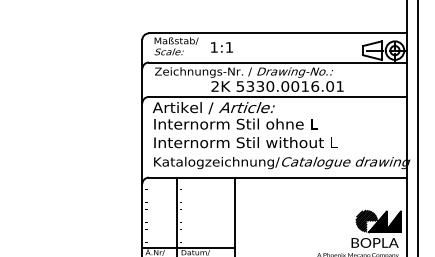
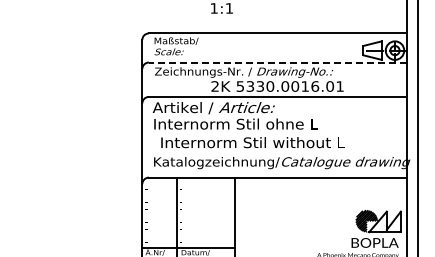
text at (221, 47) position: (221, 47) -> (221, 8)
line at (277, 62): solid -> dashed
text at (245, 142) position: (245, 142) -> (252, 142)
hatch at (384, 221): present -> none
